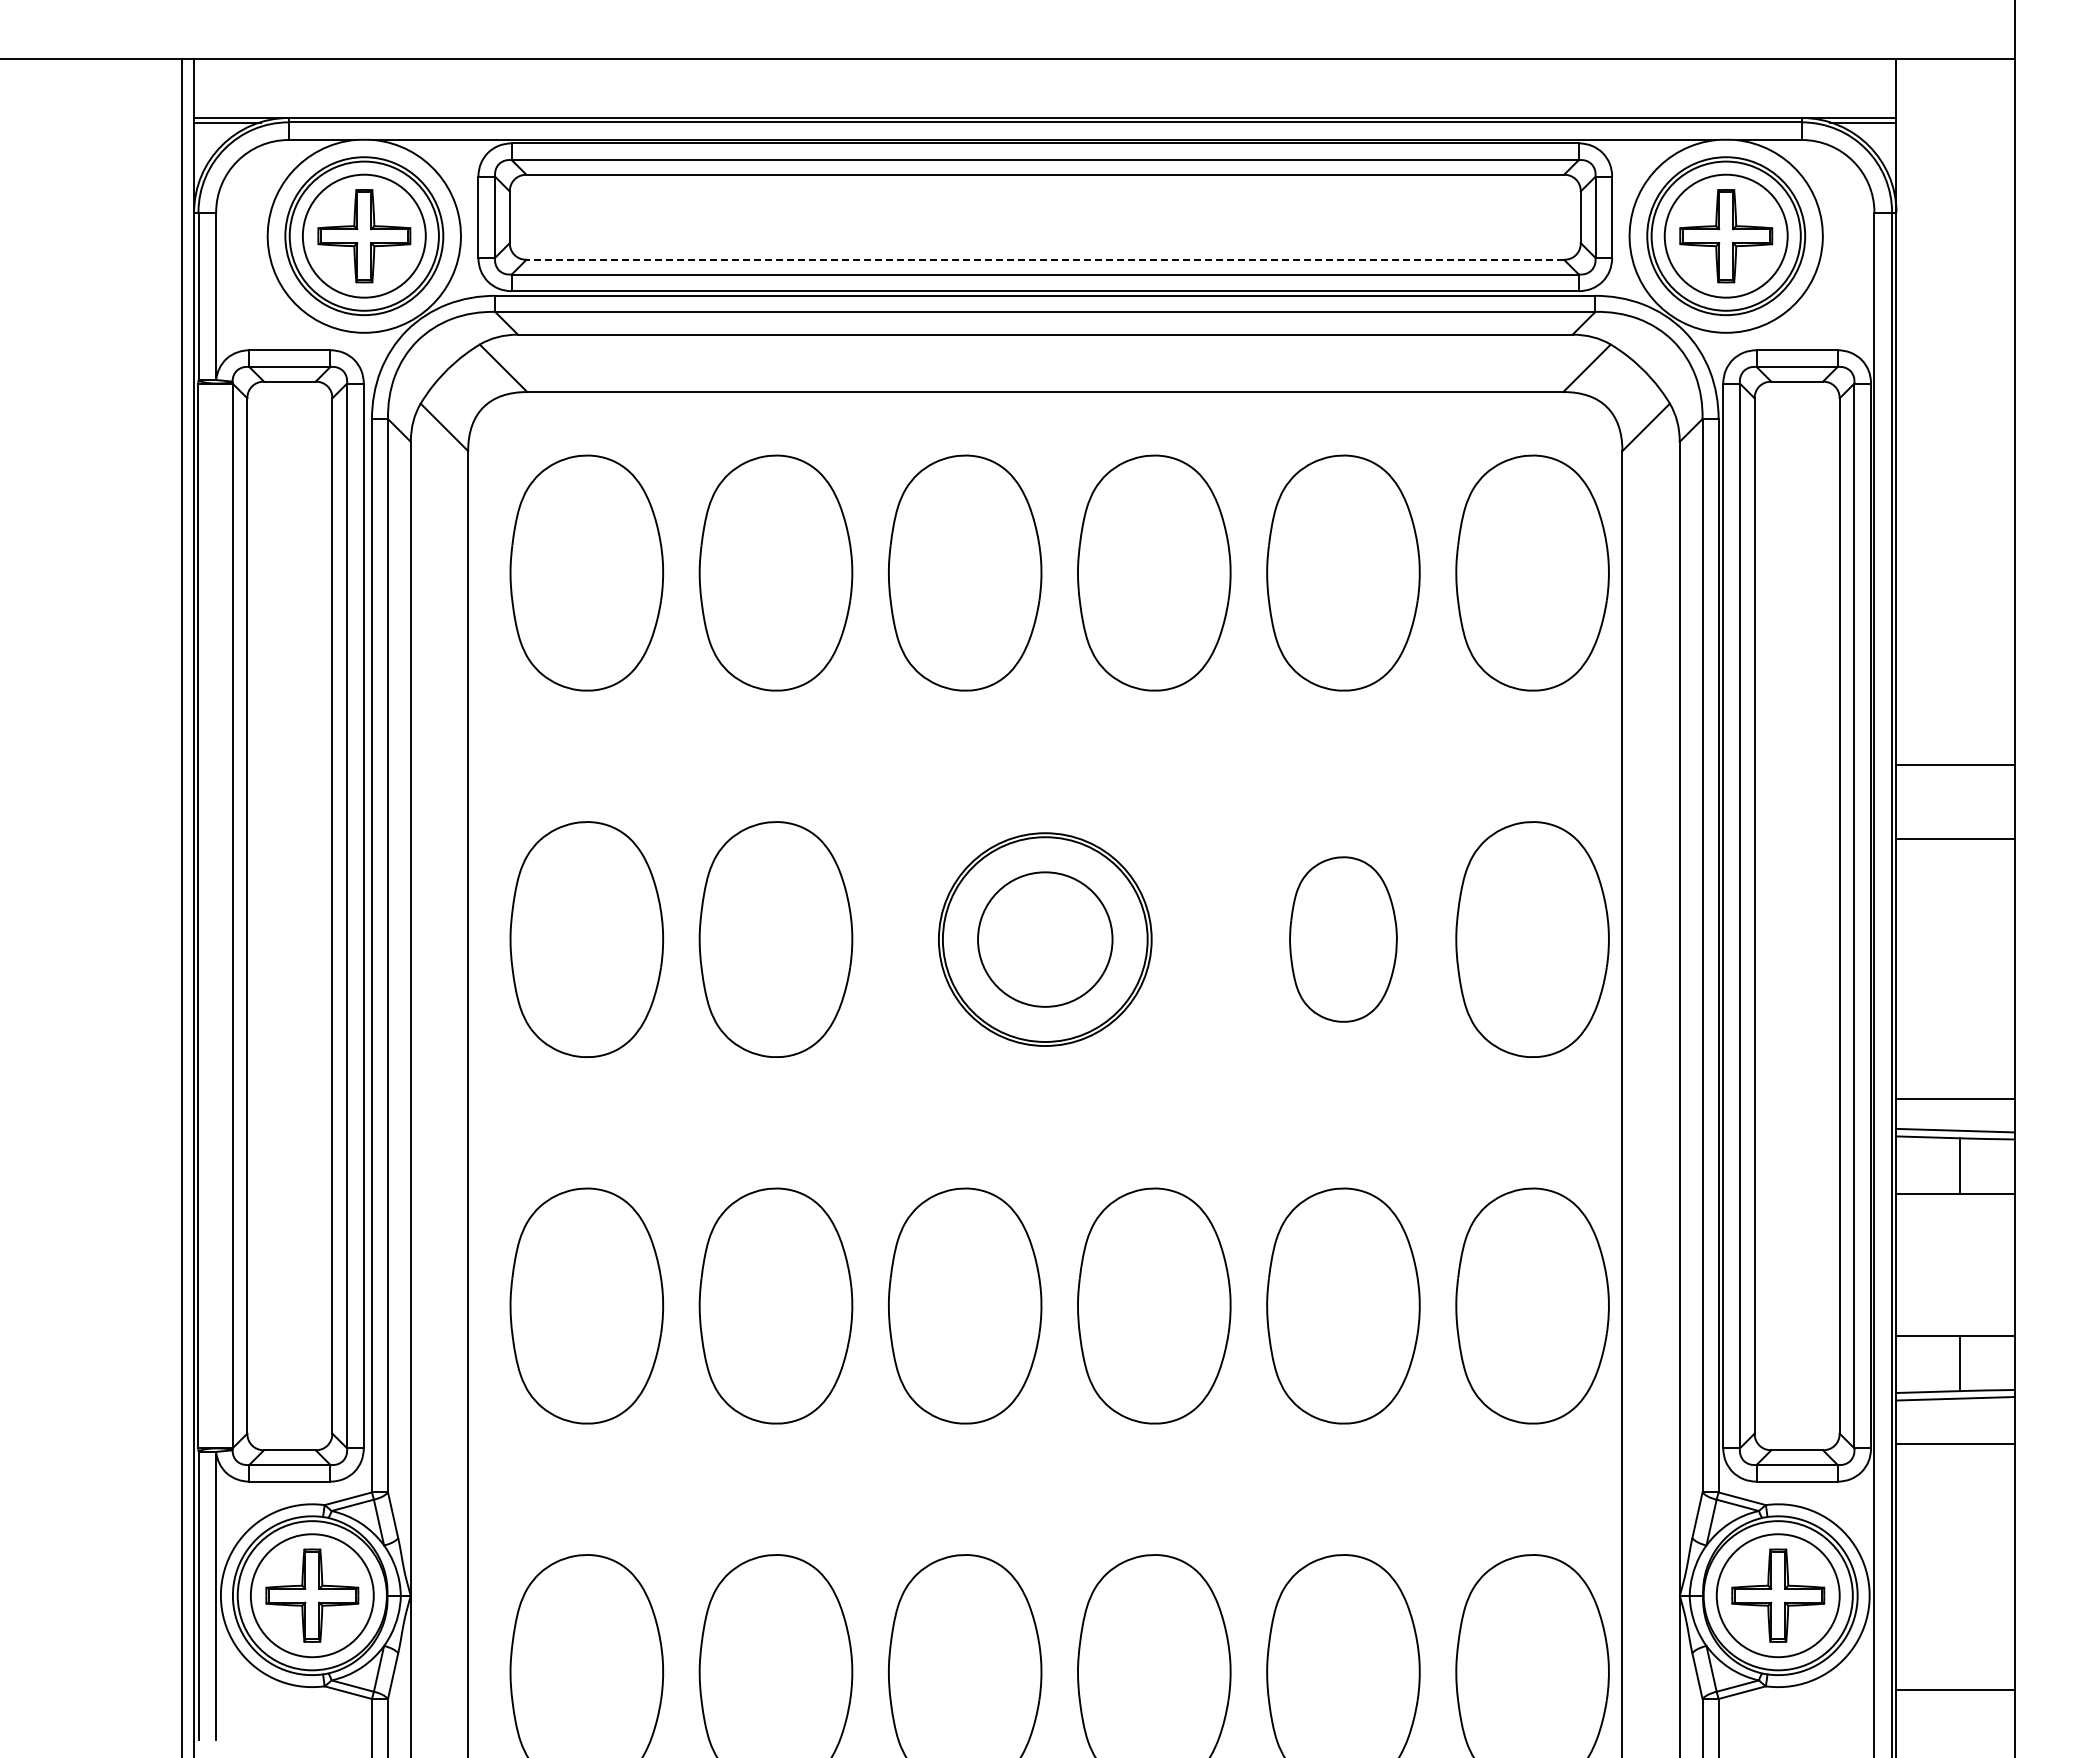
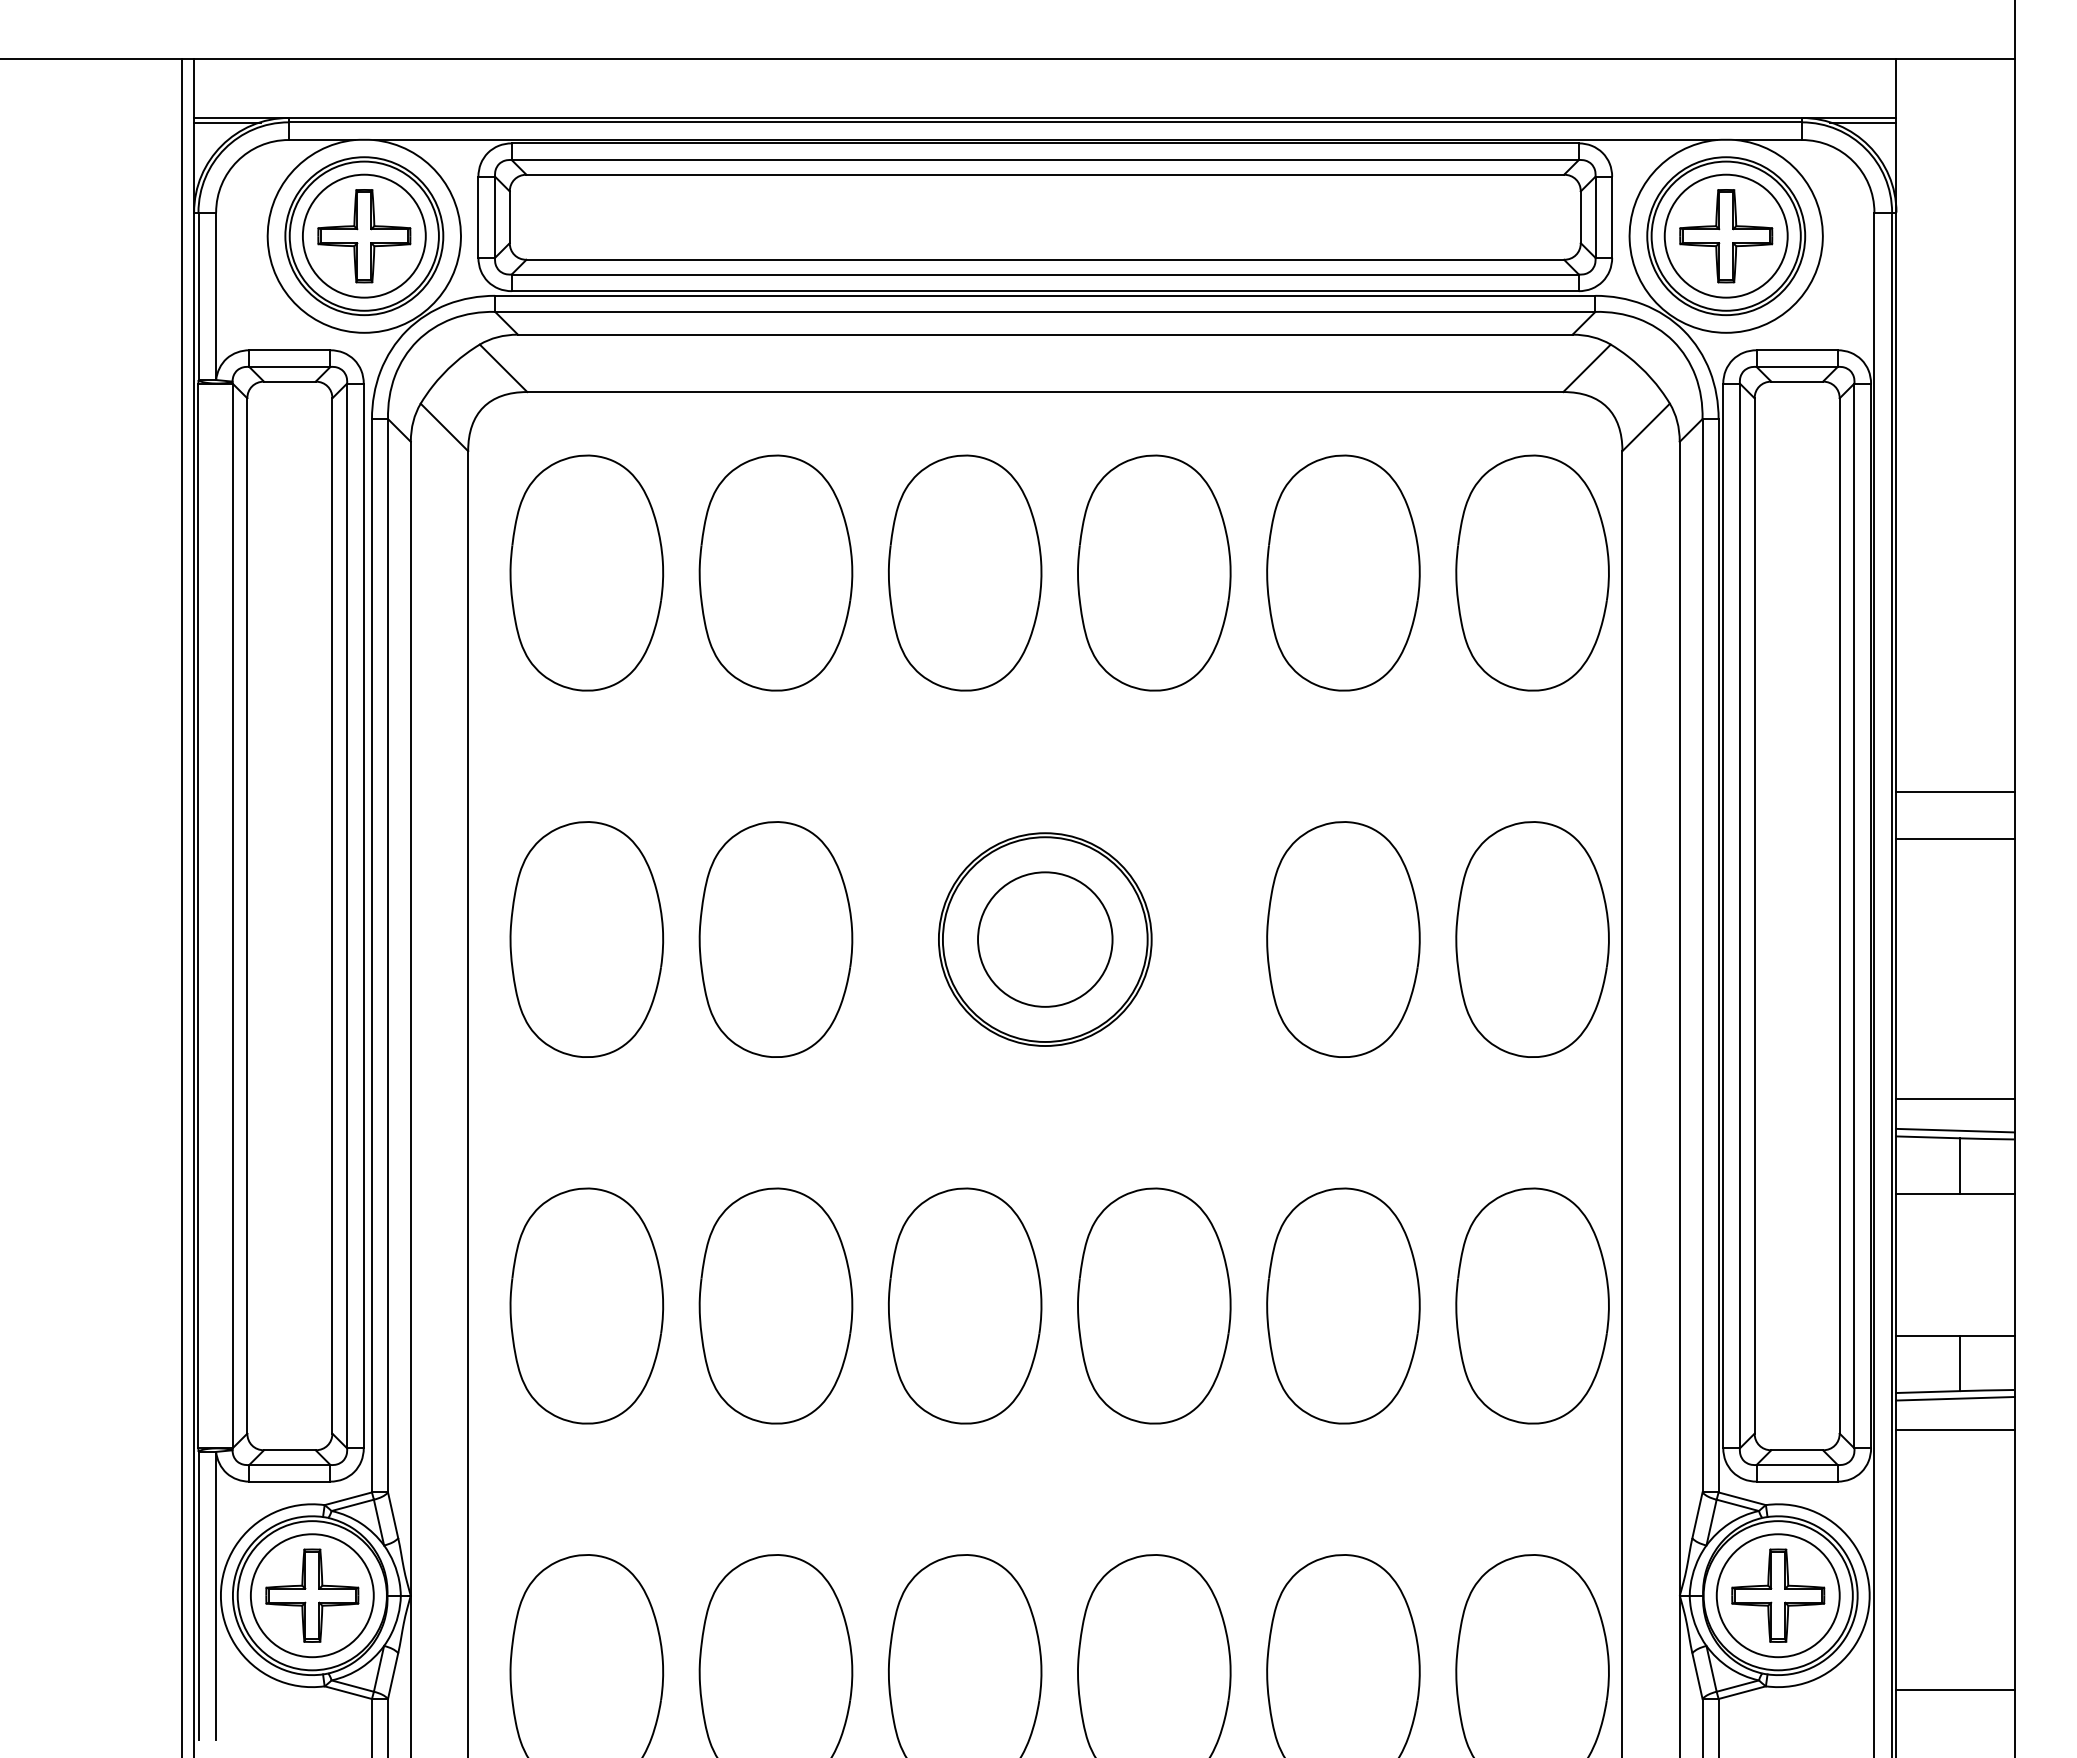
line at (1045, 259): dashed -> solid
line at (1955, 764) position: (1955, 764) -> (1955, 791)
part at (1343, 939) size: 109x167 px -> 155x237 px
line at (1955, 1444) position: (1955, 1444) -> (1955, 1430)
